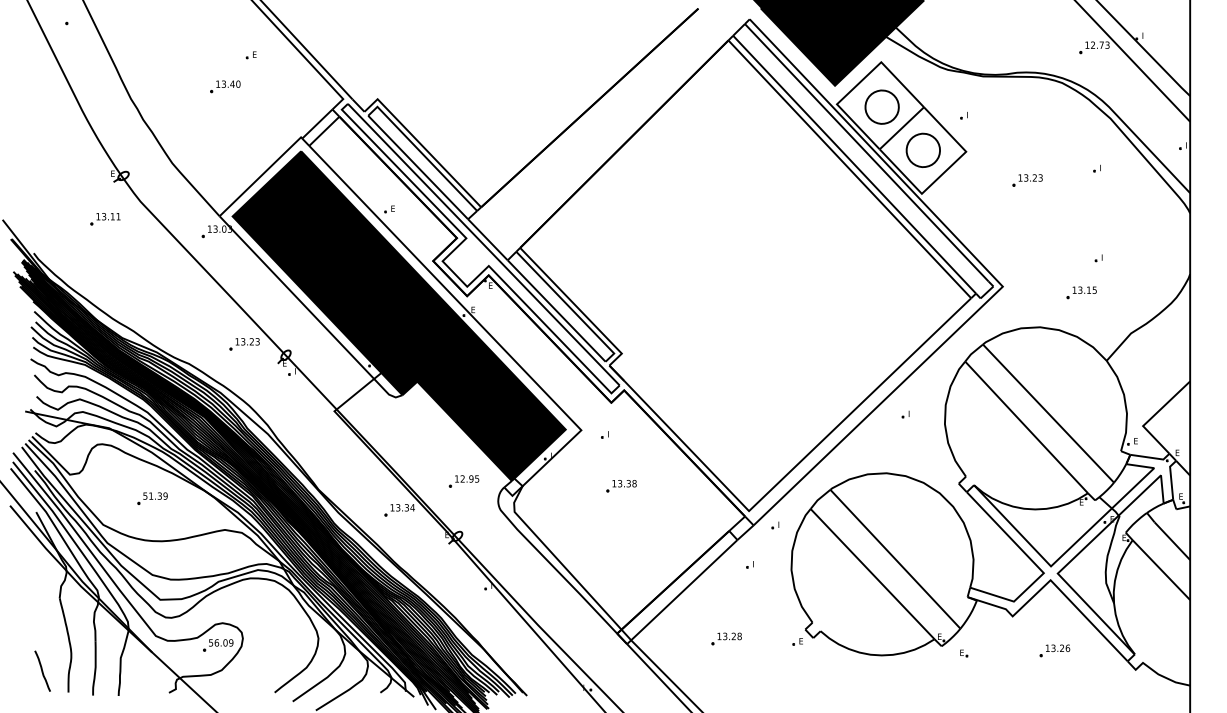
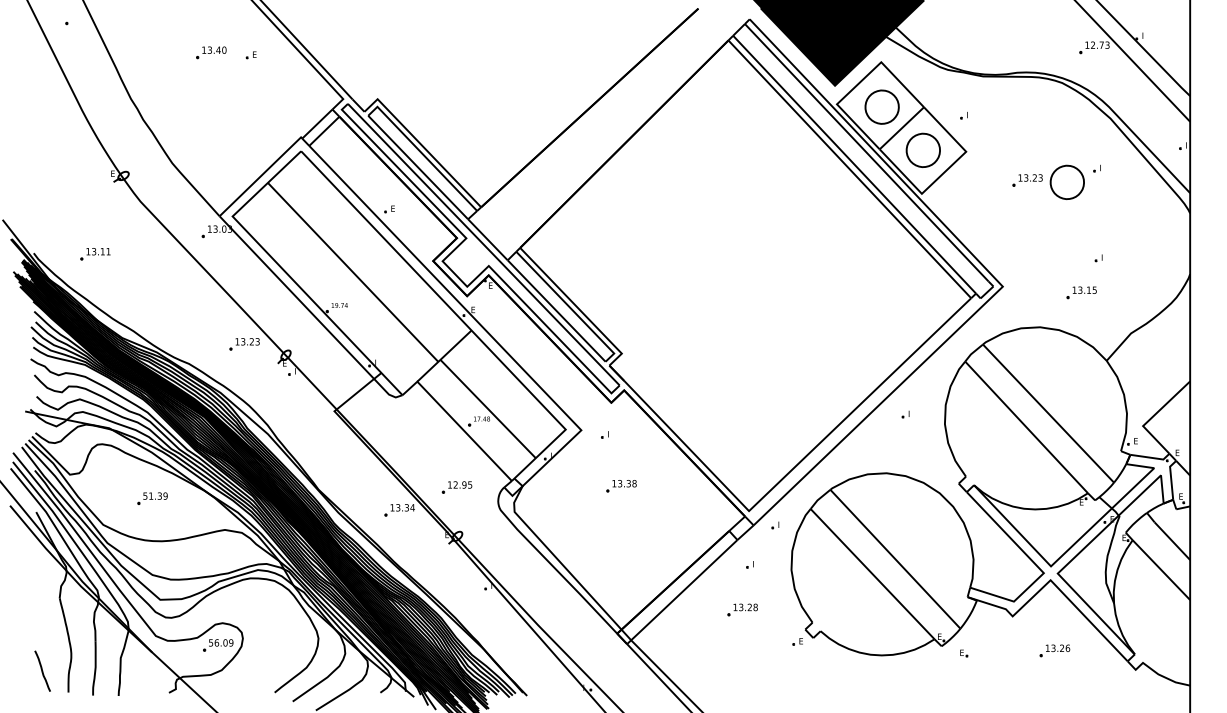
part at (225, 86) position: (225, 86) -> (211, 52)
part at (1066, 181): none -> present
part at (105, 219) position: (105, 219) -> (95, 254)
fill at (398, 316): present -> none
part at (463, 481) position: (463, 481) -> (456, 487)
part at (726, 638) position: (726, 638) -> (742, 609)
